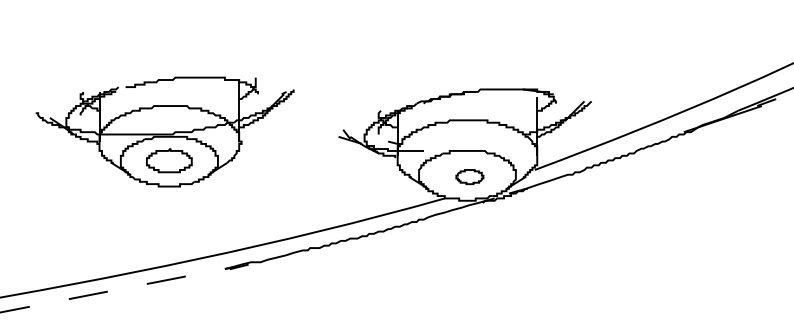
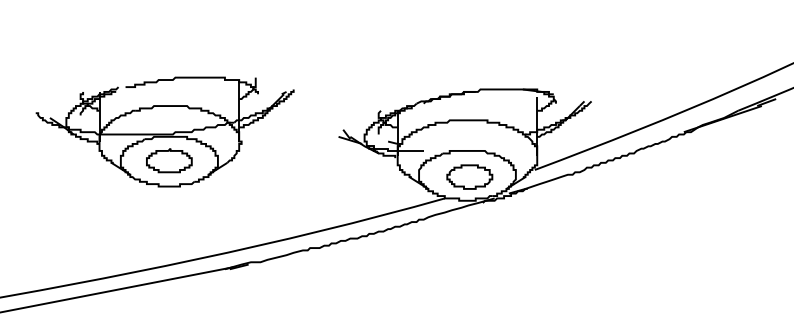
part at (469, 177) size: 30x17 px -> 48x26 px
line at (117, 289): dashed -> solid
